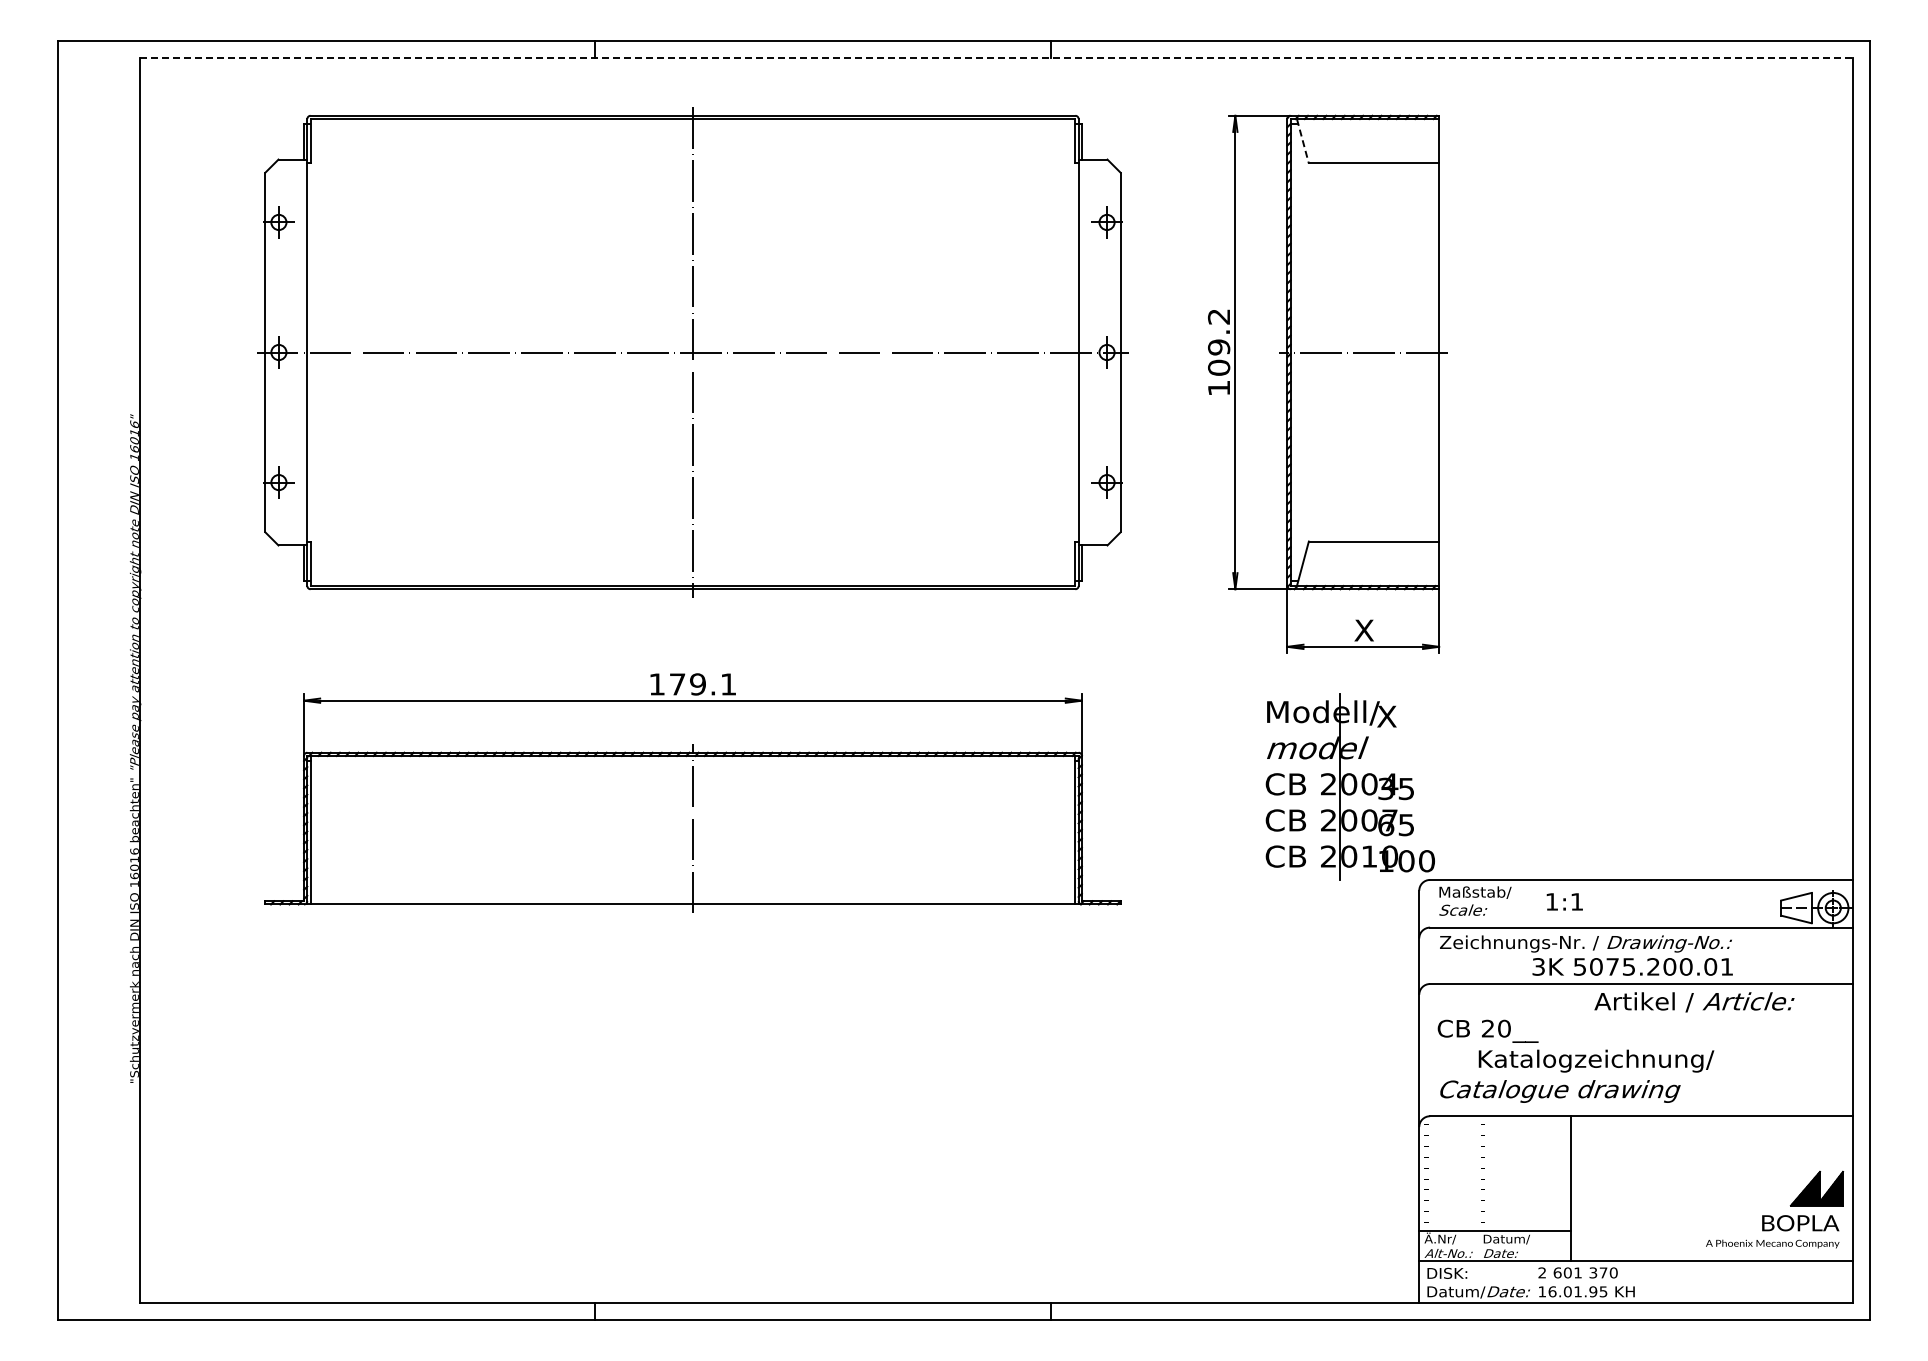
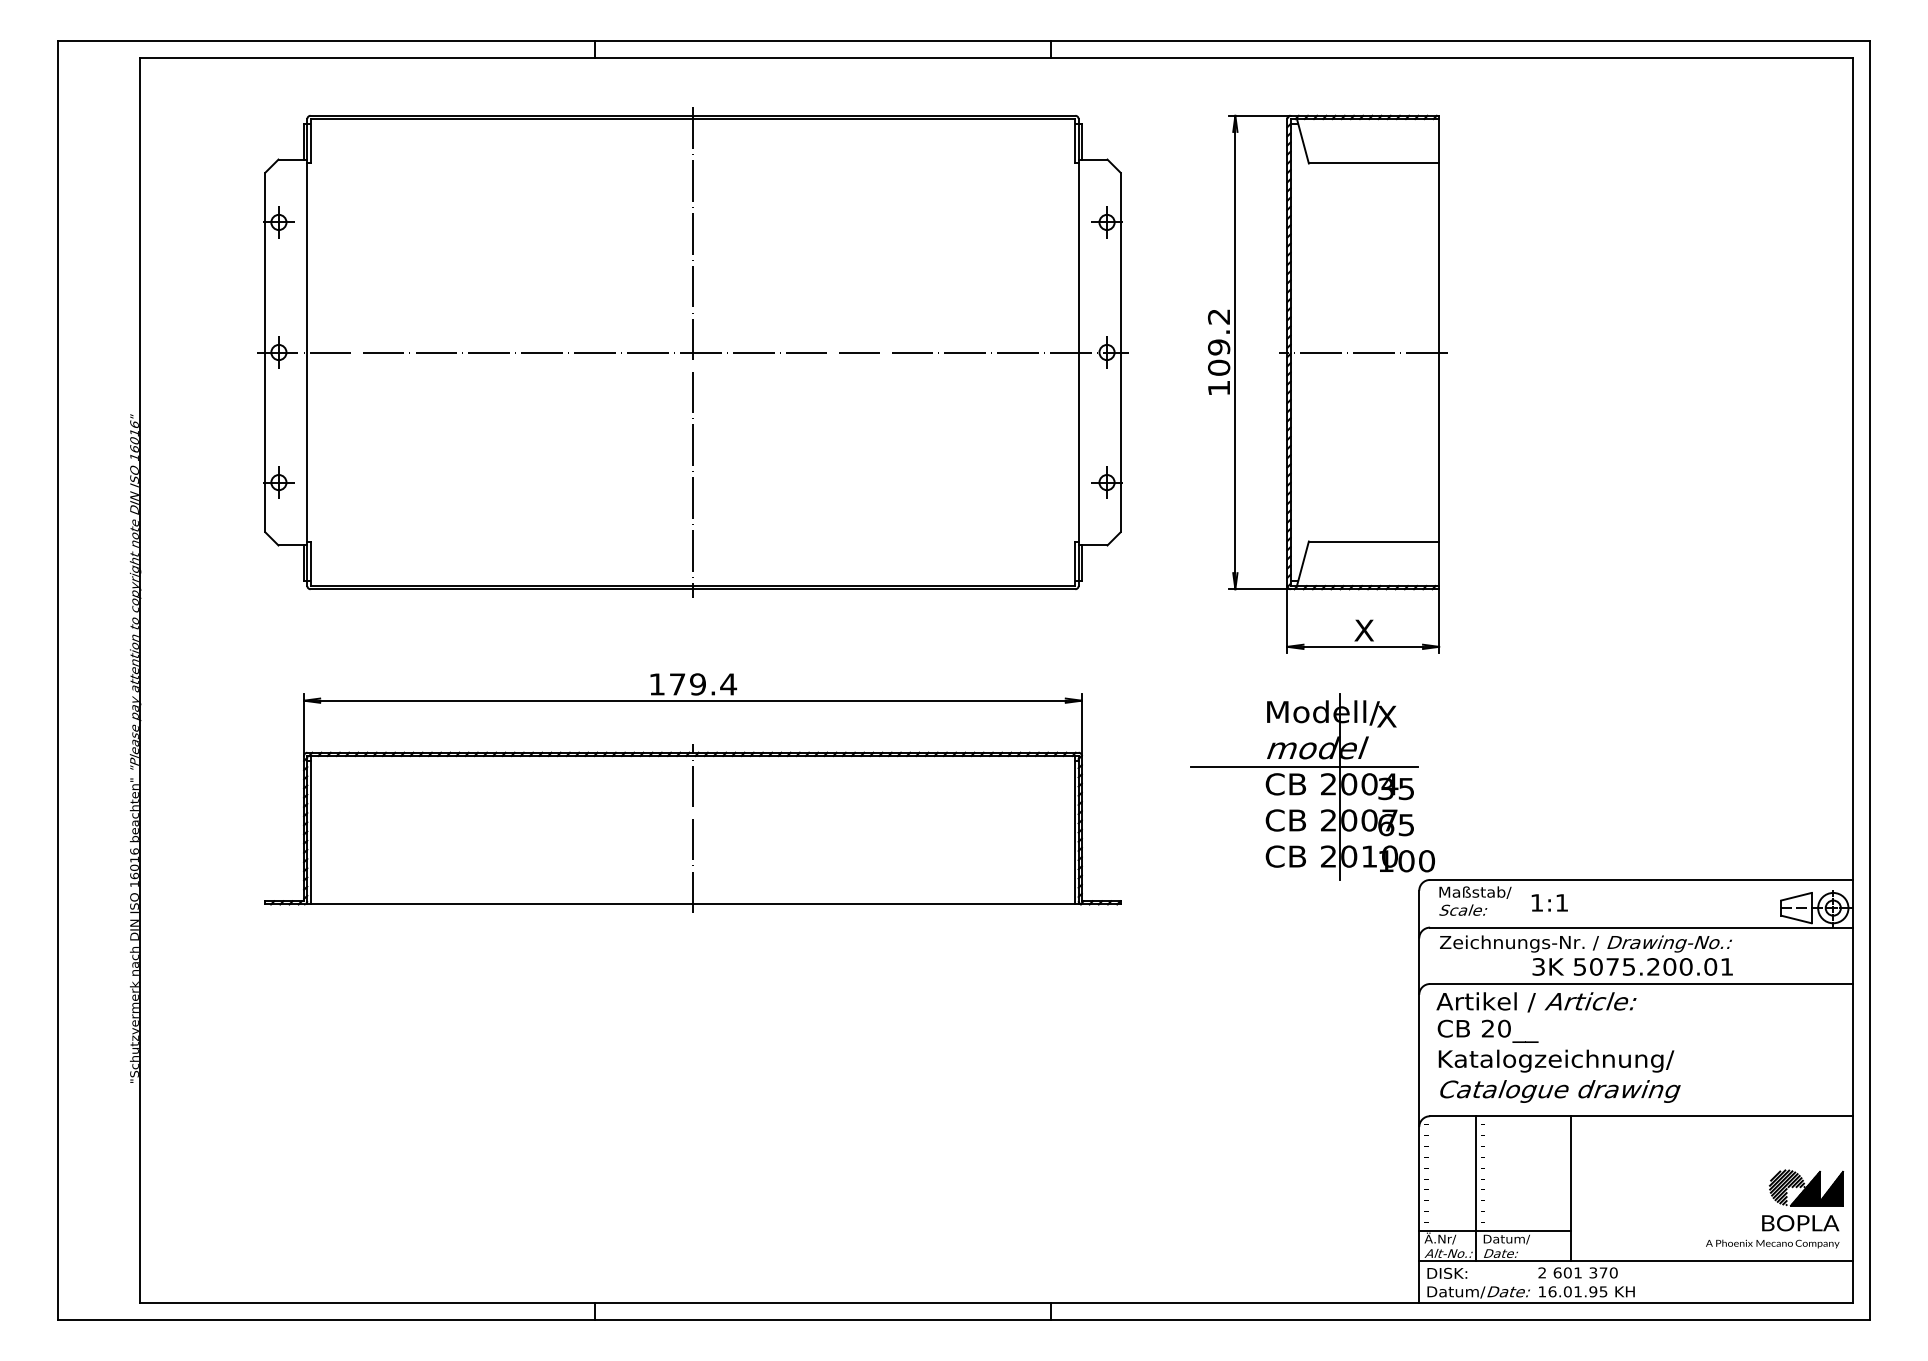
line at (997, 58): dashed -> solid
line at (1303, 141): dashed -> solid
text at (728, 684): 179.1 -> 179.4
line at (1304, 767): none -> present
text at (1564, 901) position: (1564, 901) -> (1549, 902)
text at (1694, 1002) position: (1694, 1002) -> (1536, 1002)
text at (1596, 1060) position: (1596, 1060) -> (1556, 1060)
hatch at (1787, 1187): none -> present
line at (1475, 1188): none -> present
